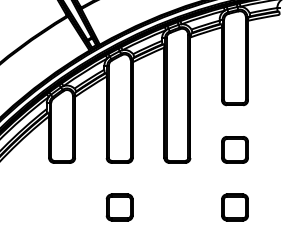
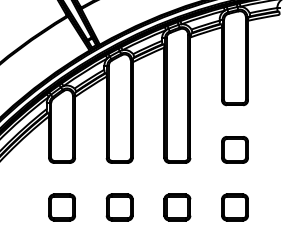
part at (61, 207): none -> present
part at (177, 207): none -> present
